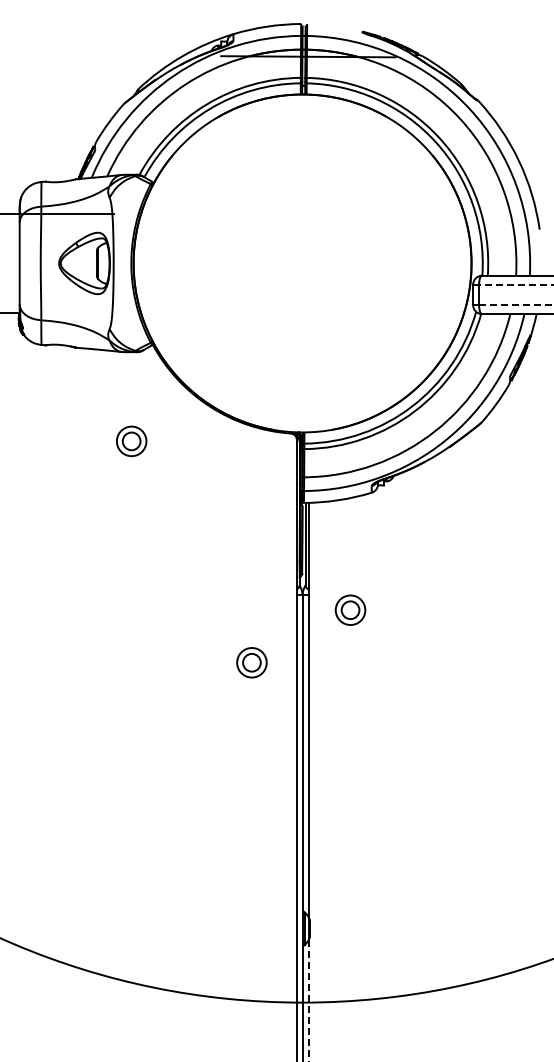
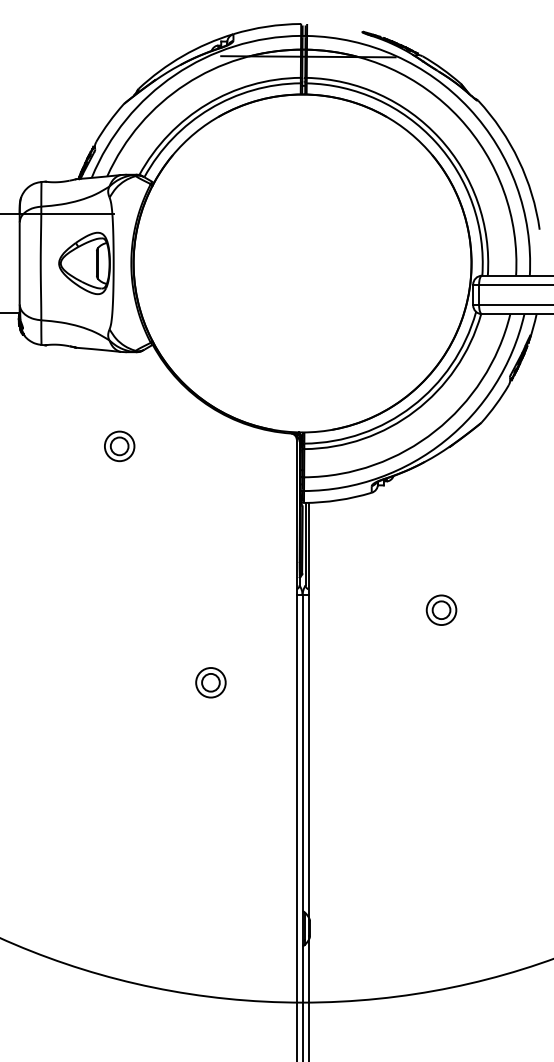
line at (516, 284): dashed -> solid
line at (516, 305): dashed -> solid
part at (131, 441) position: (131, 441) -> (119, 446)
part at (350, 609) position: (350, 609) -> (441, 609)
part at (251, 662) position: (251, 662) -> (210, 682)
line at (308, 1001): dashed -> solid
